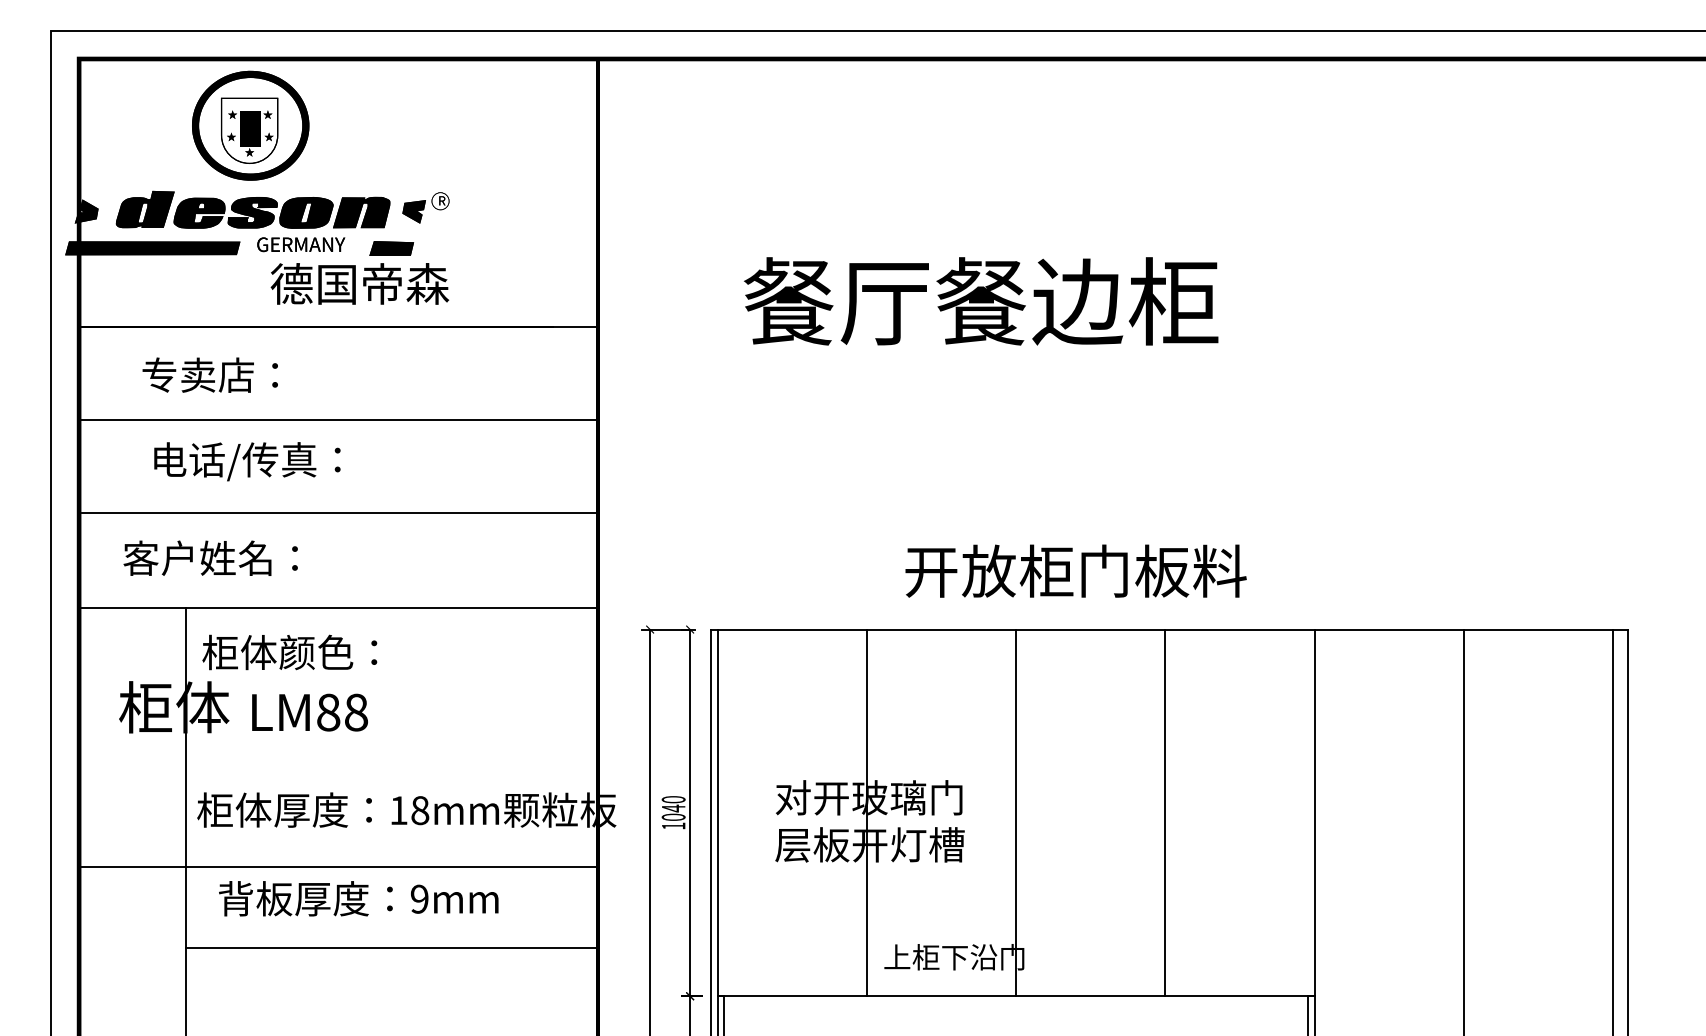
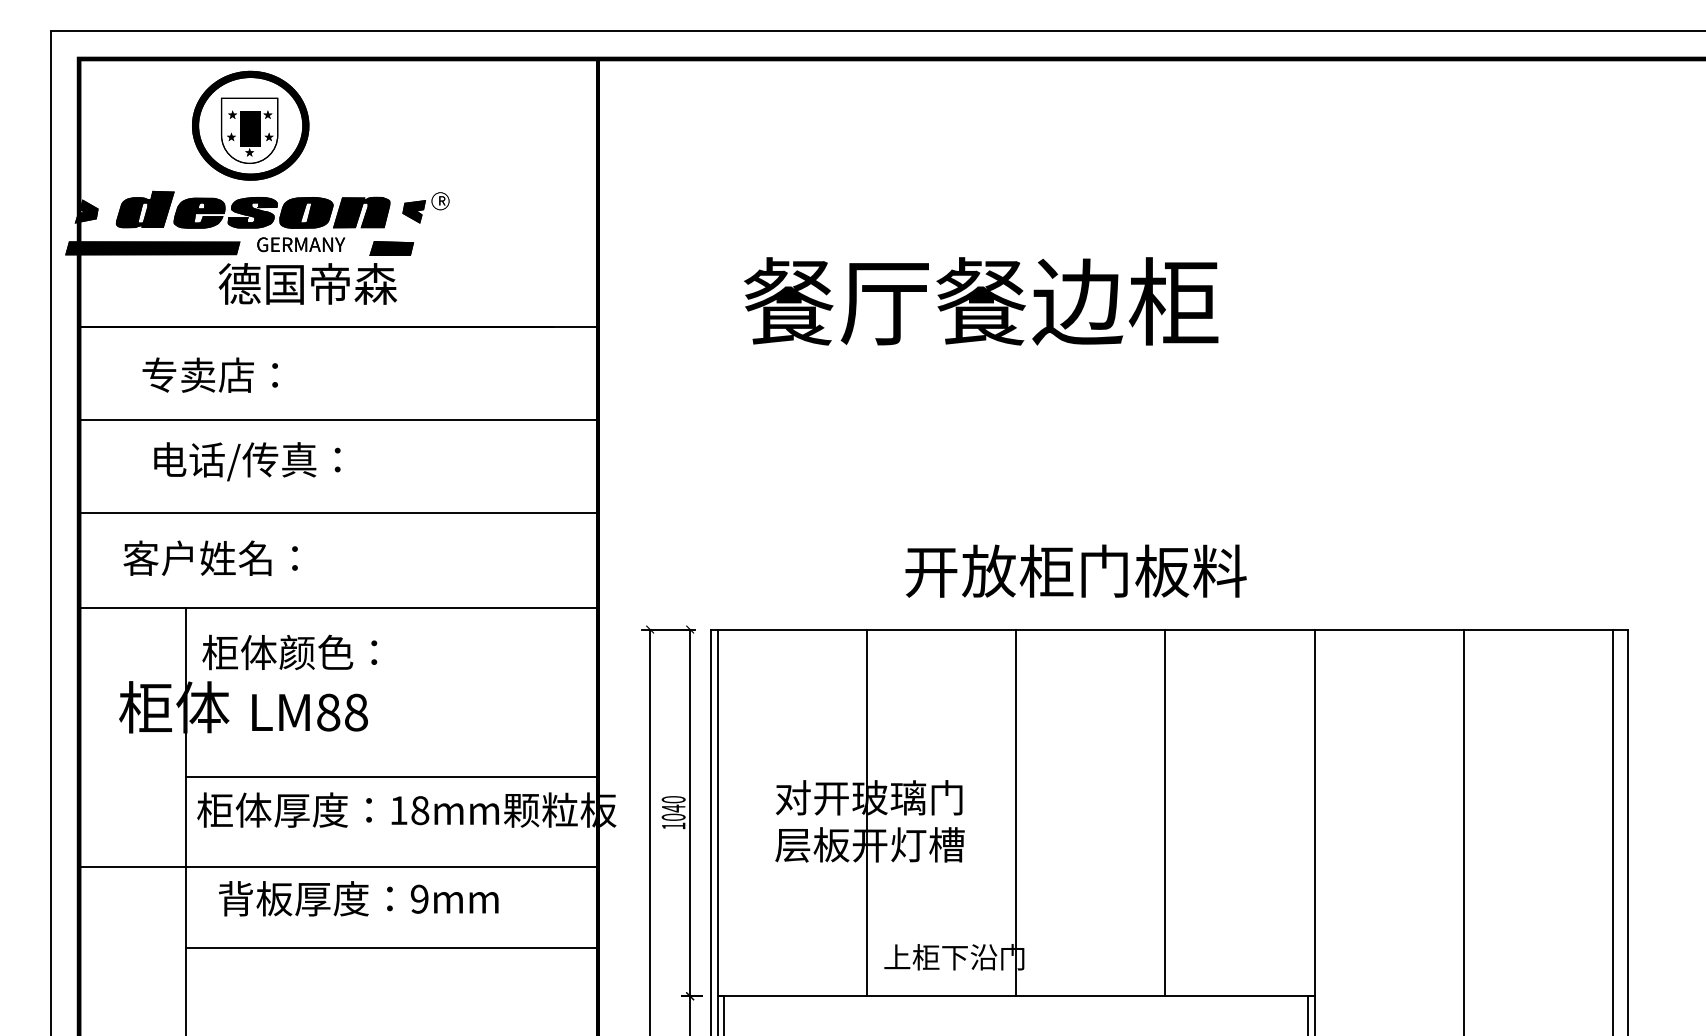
text at (359, 283) position: (359, 283) -> (307, 283)
line at (391, 776): none -> present
